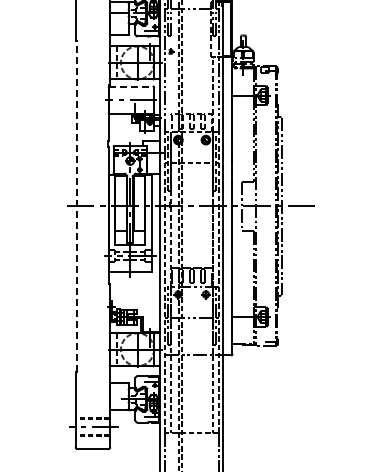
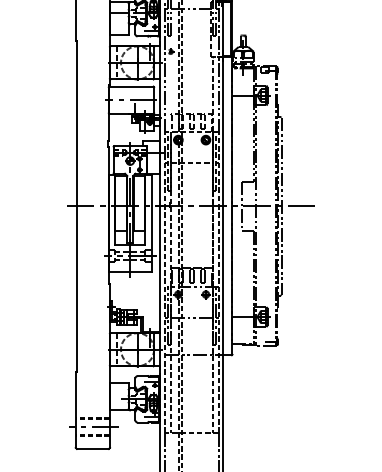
line at (131, 86): dashed -> solid
line at (76, 205): dashed -> solid
